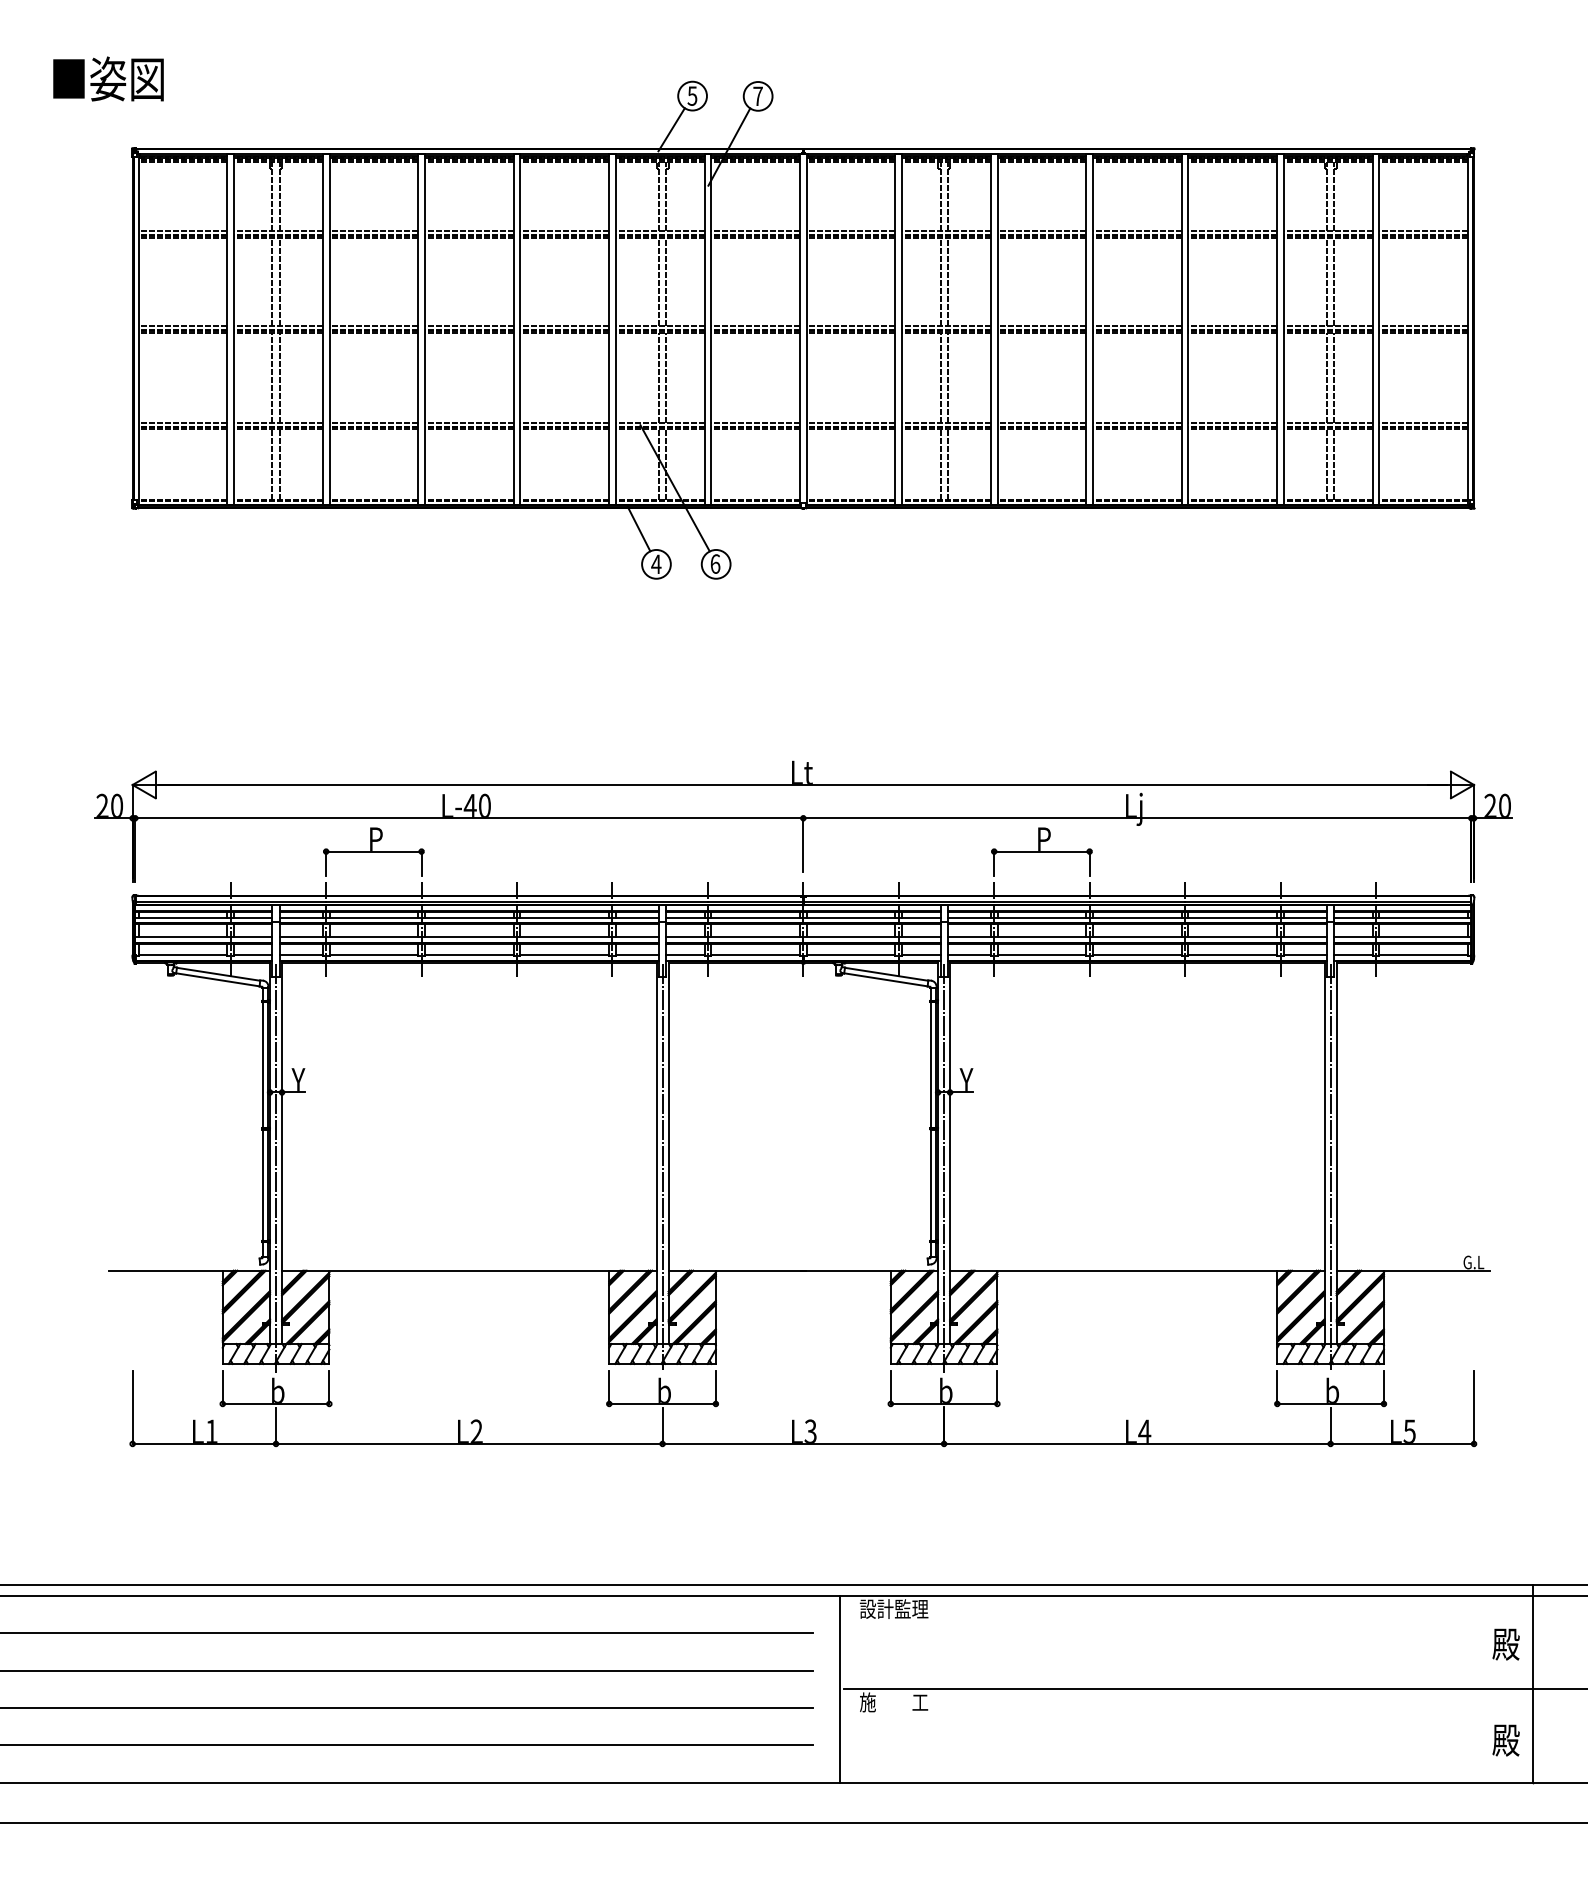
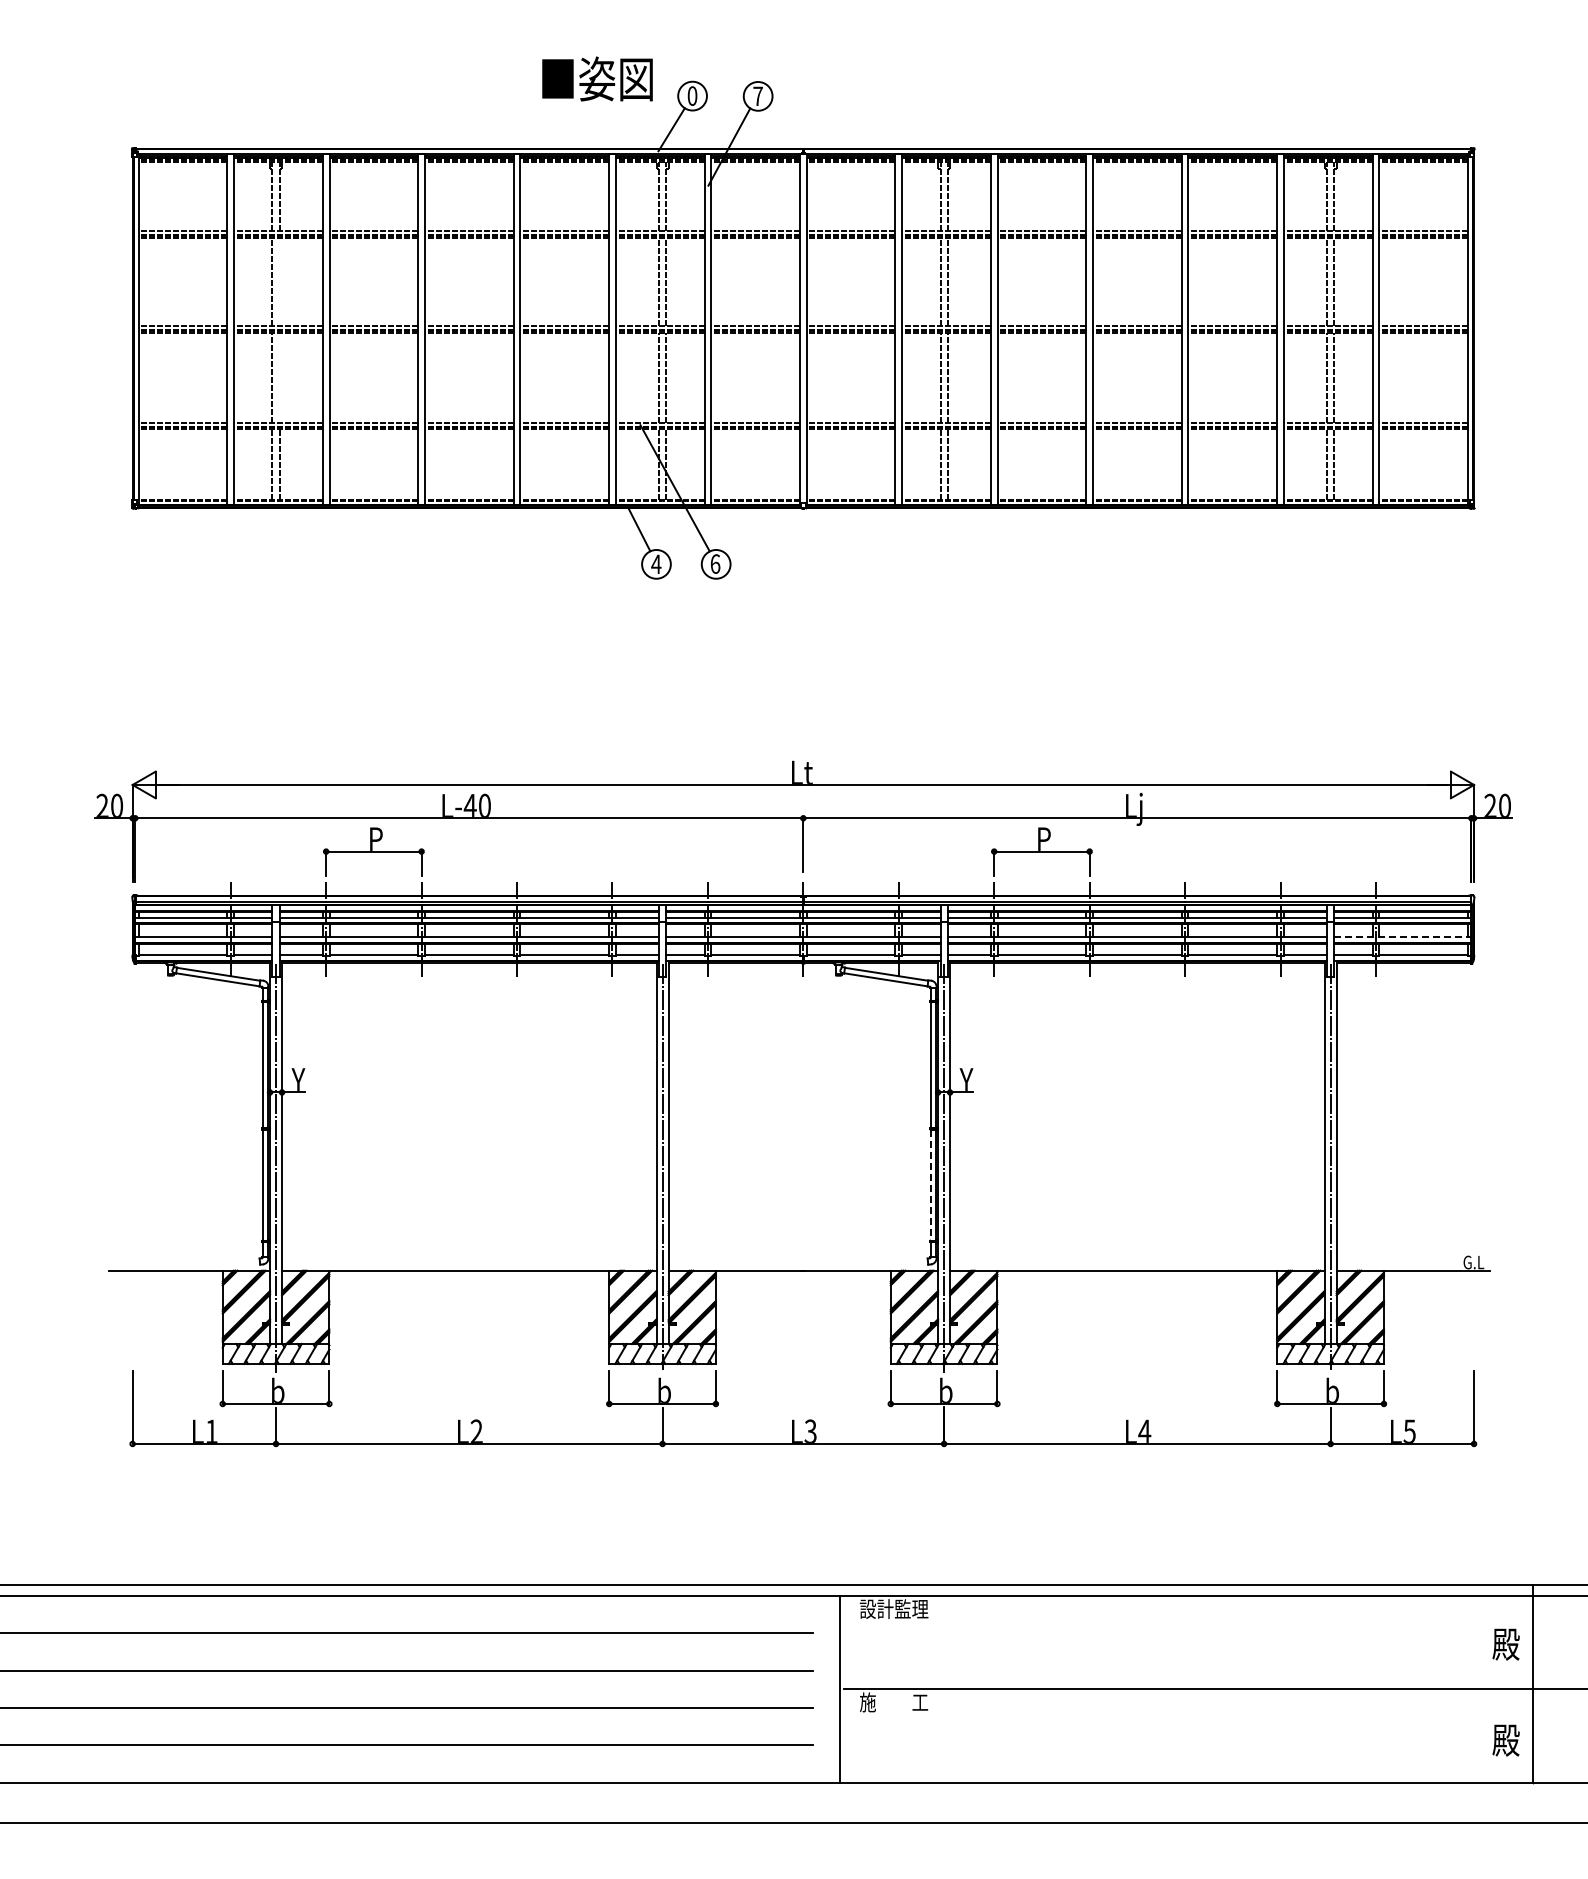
text at (108, 78) position: (108, 78) -> (597, 78)
text at (692, 95): 5 -> 0
line at (279, 281): present -> none
line at (279, 377): present -> none
line at (1402, 937): solid -> dashed
line at (930, 1185): solid -> dashed
